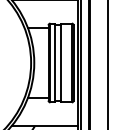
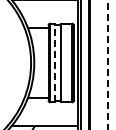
line at (54, 62): solid -> dashed
line at (107, 65): solid -> dashed
